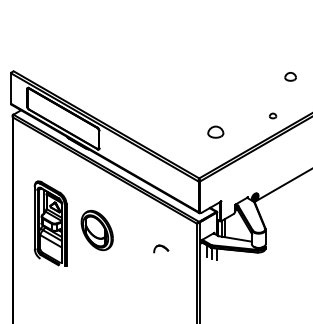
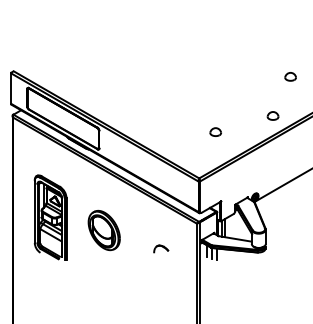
part at (272, 115) size: 10x8 px -> 14x10 px
part at (215, 131) size: 18x14 px -> 13x10 px
part at (50, 223) position: (50, 223) -> (50, 217)
part at (96, 230) position: (96, 230) -> (103, 230)
